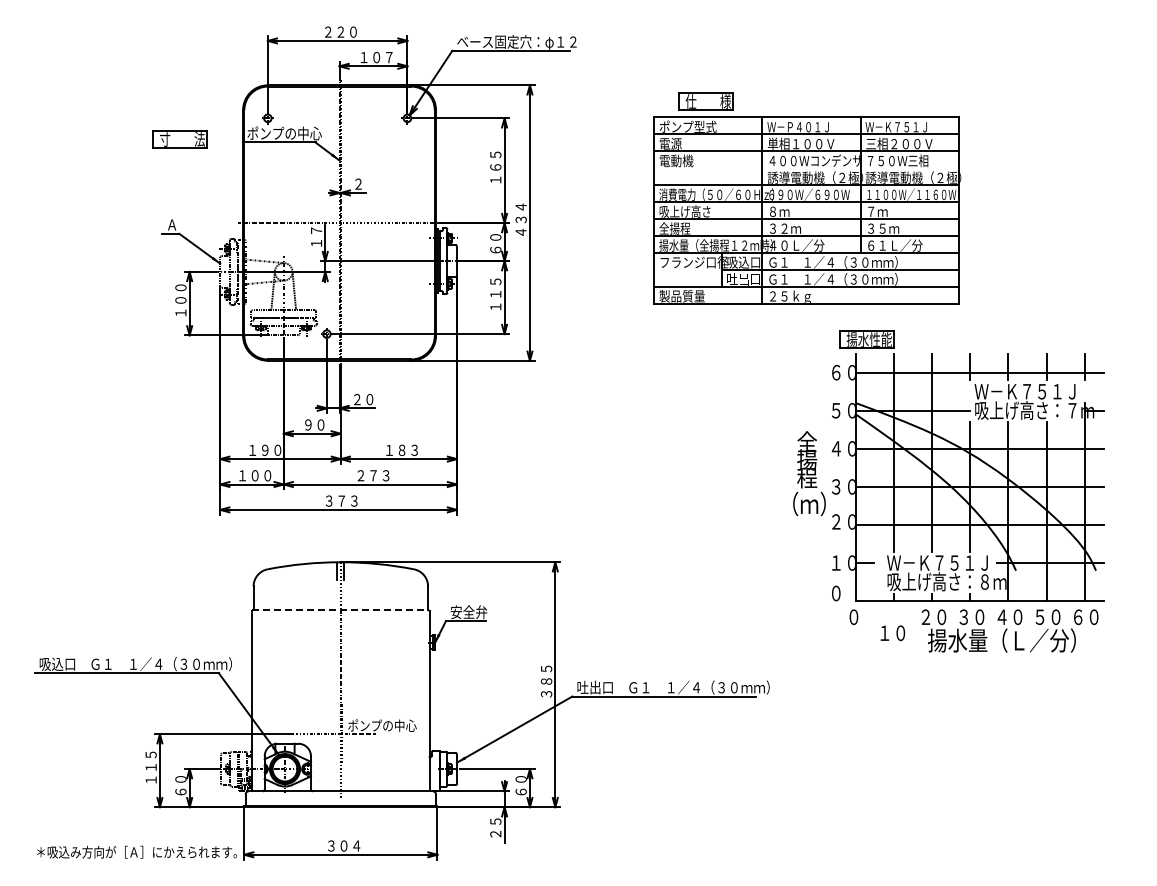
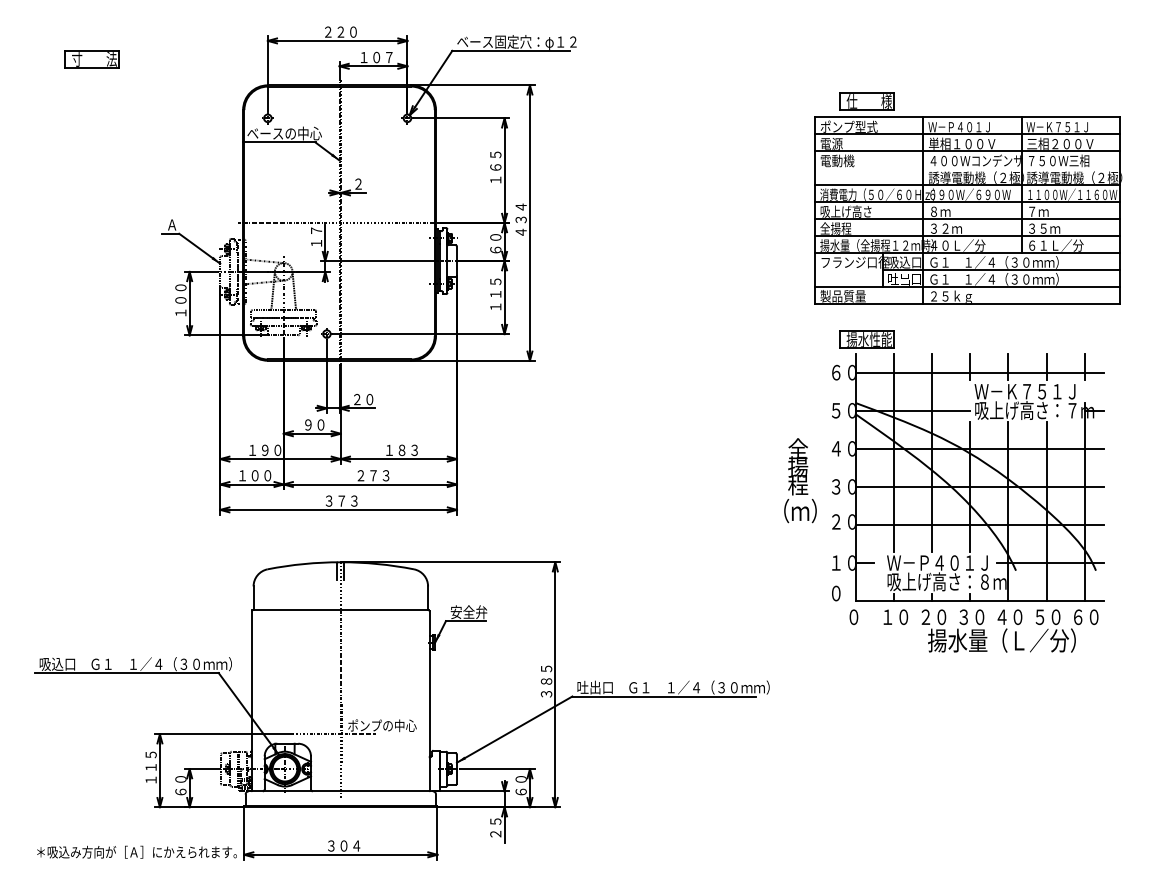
text at (265, 132): ポンプの中心 -> ベースの中心
part at (179, 139) position: (179, 139) -> (91, 59)
part at (807, 198) position: (807, 198) -> (968, 198)
text at (809, 473) position: (809, 473) -> (800, 480)
text at (939, 562): Ｗ－Ｋ７５１Ｊ -> Ｗ－Ｐ４０１Ｊ
line at (340, 610): dashed -> solid
text at (892, 632) position: (892, 632) -> (895, 616)
